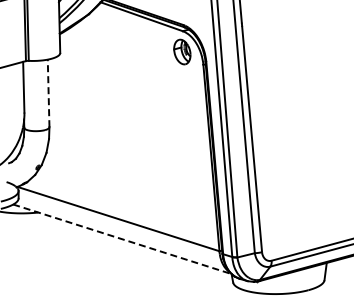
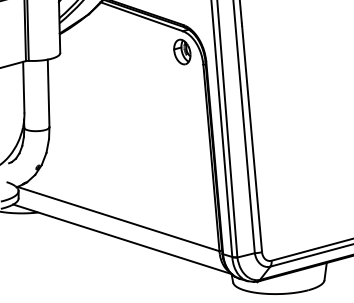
line at (48, 93): dashed -> solid
line at (122, 239): dashed -> solid
